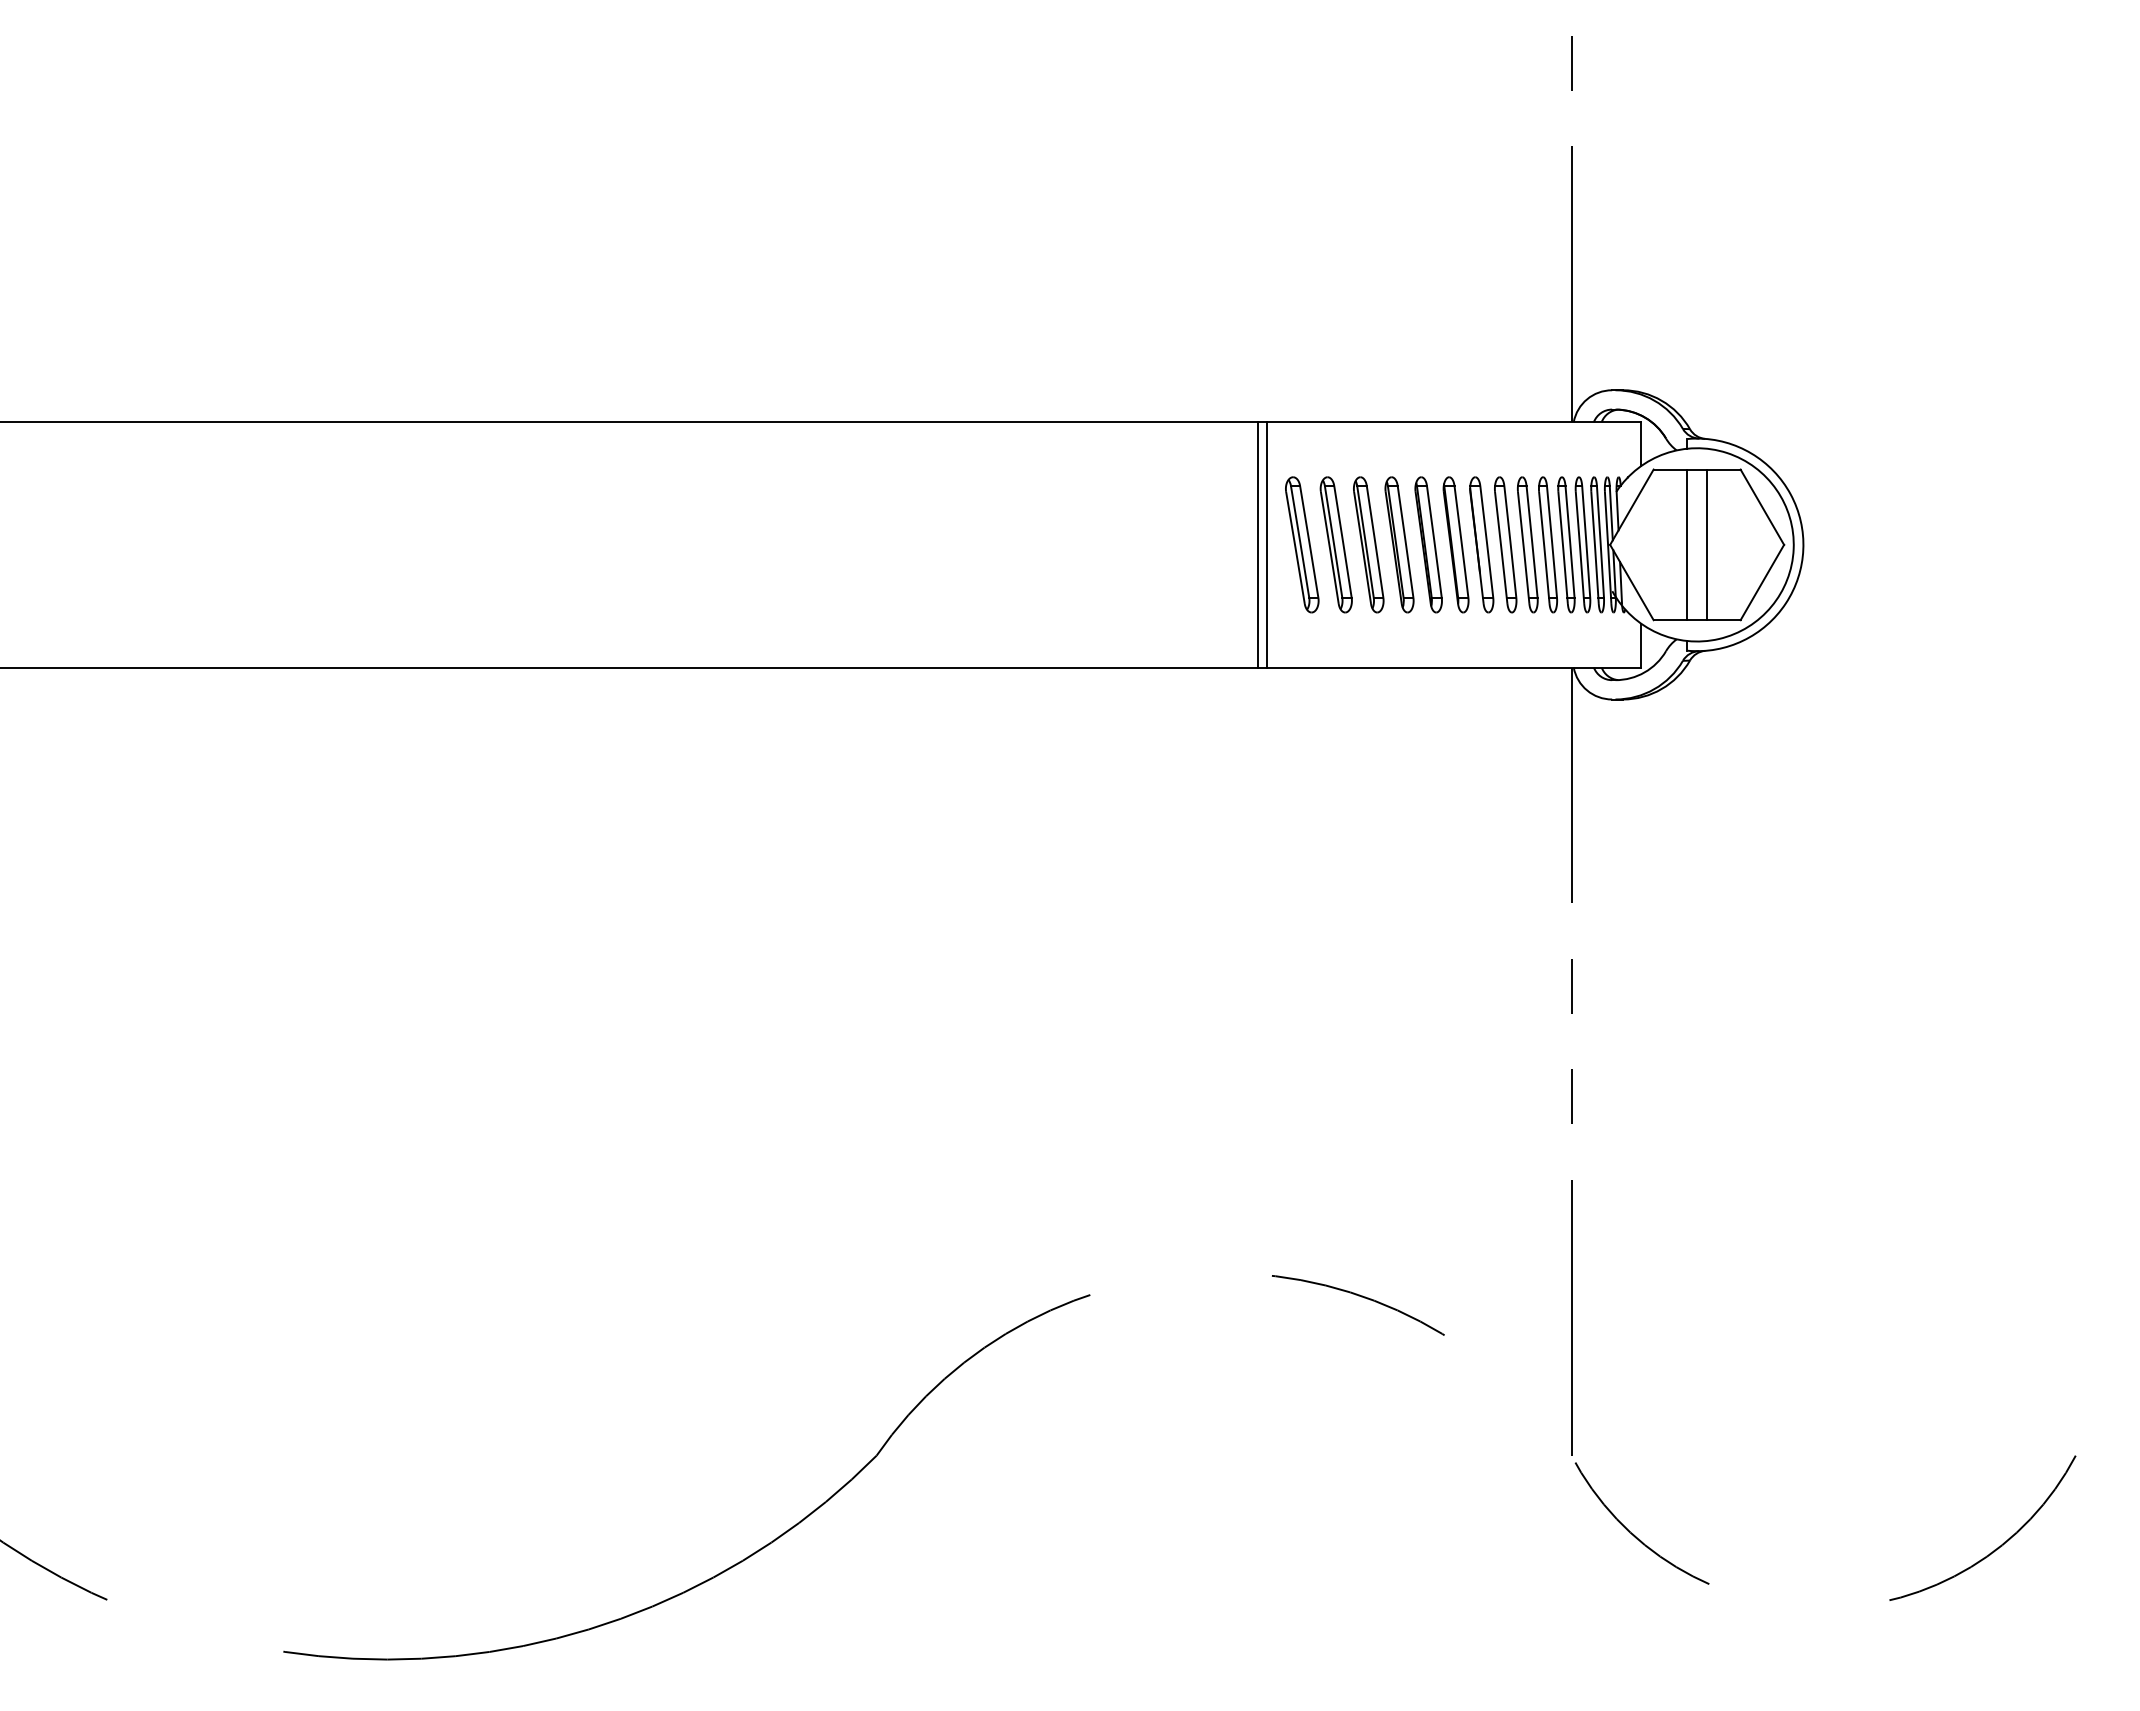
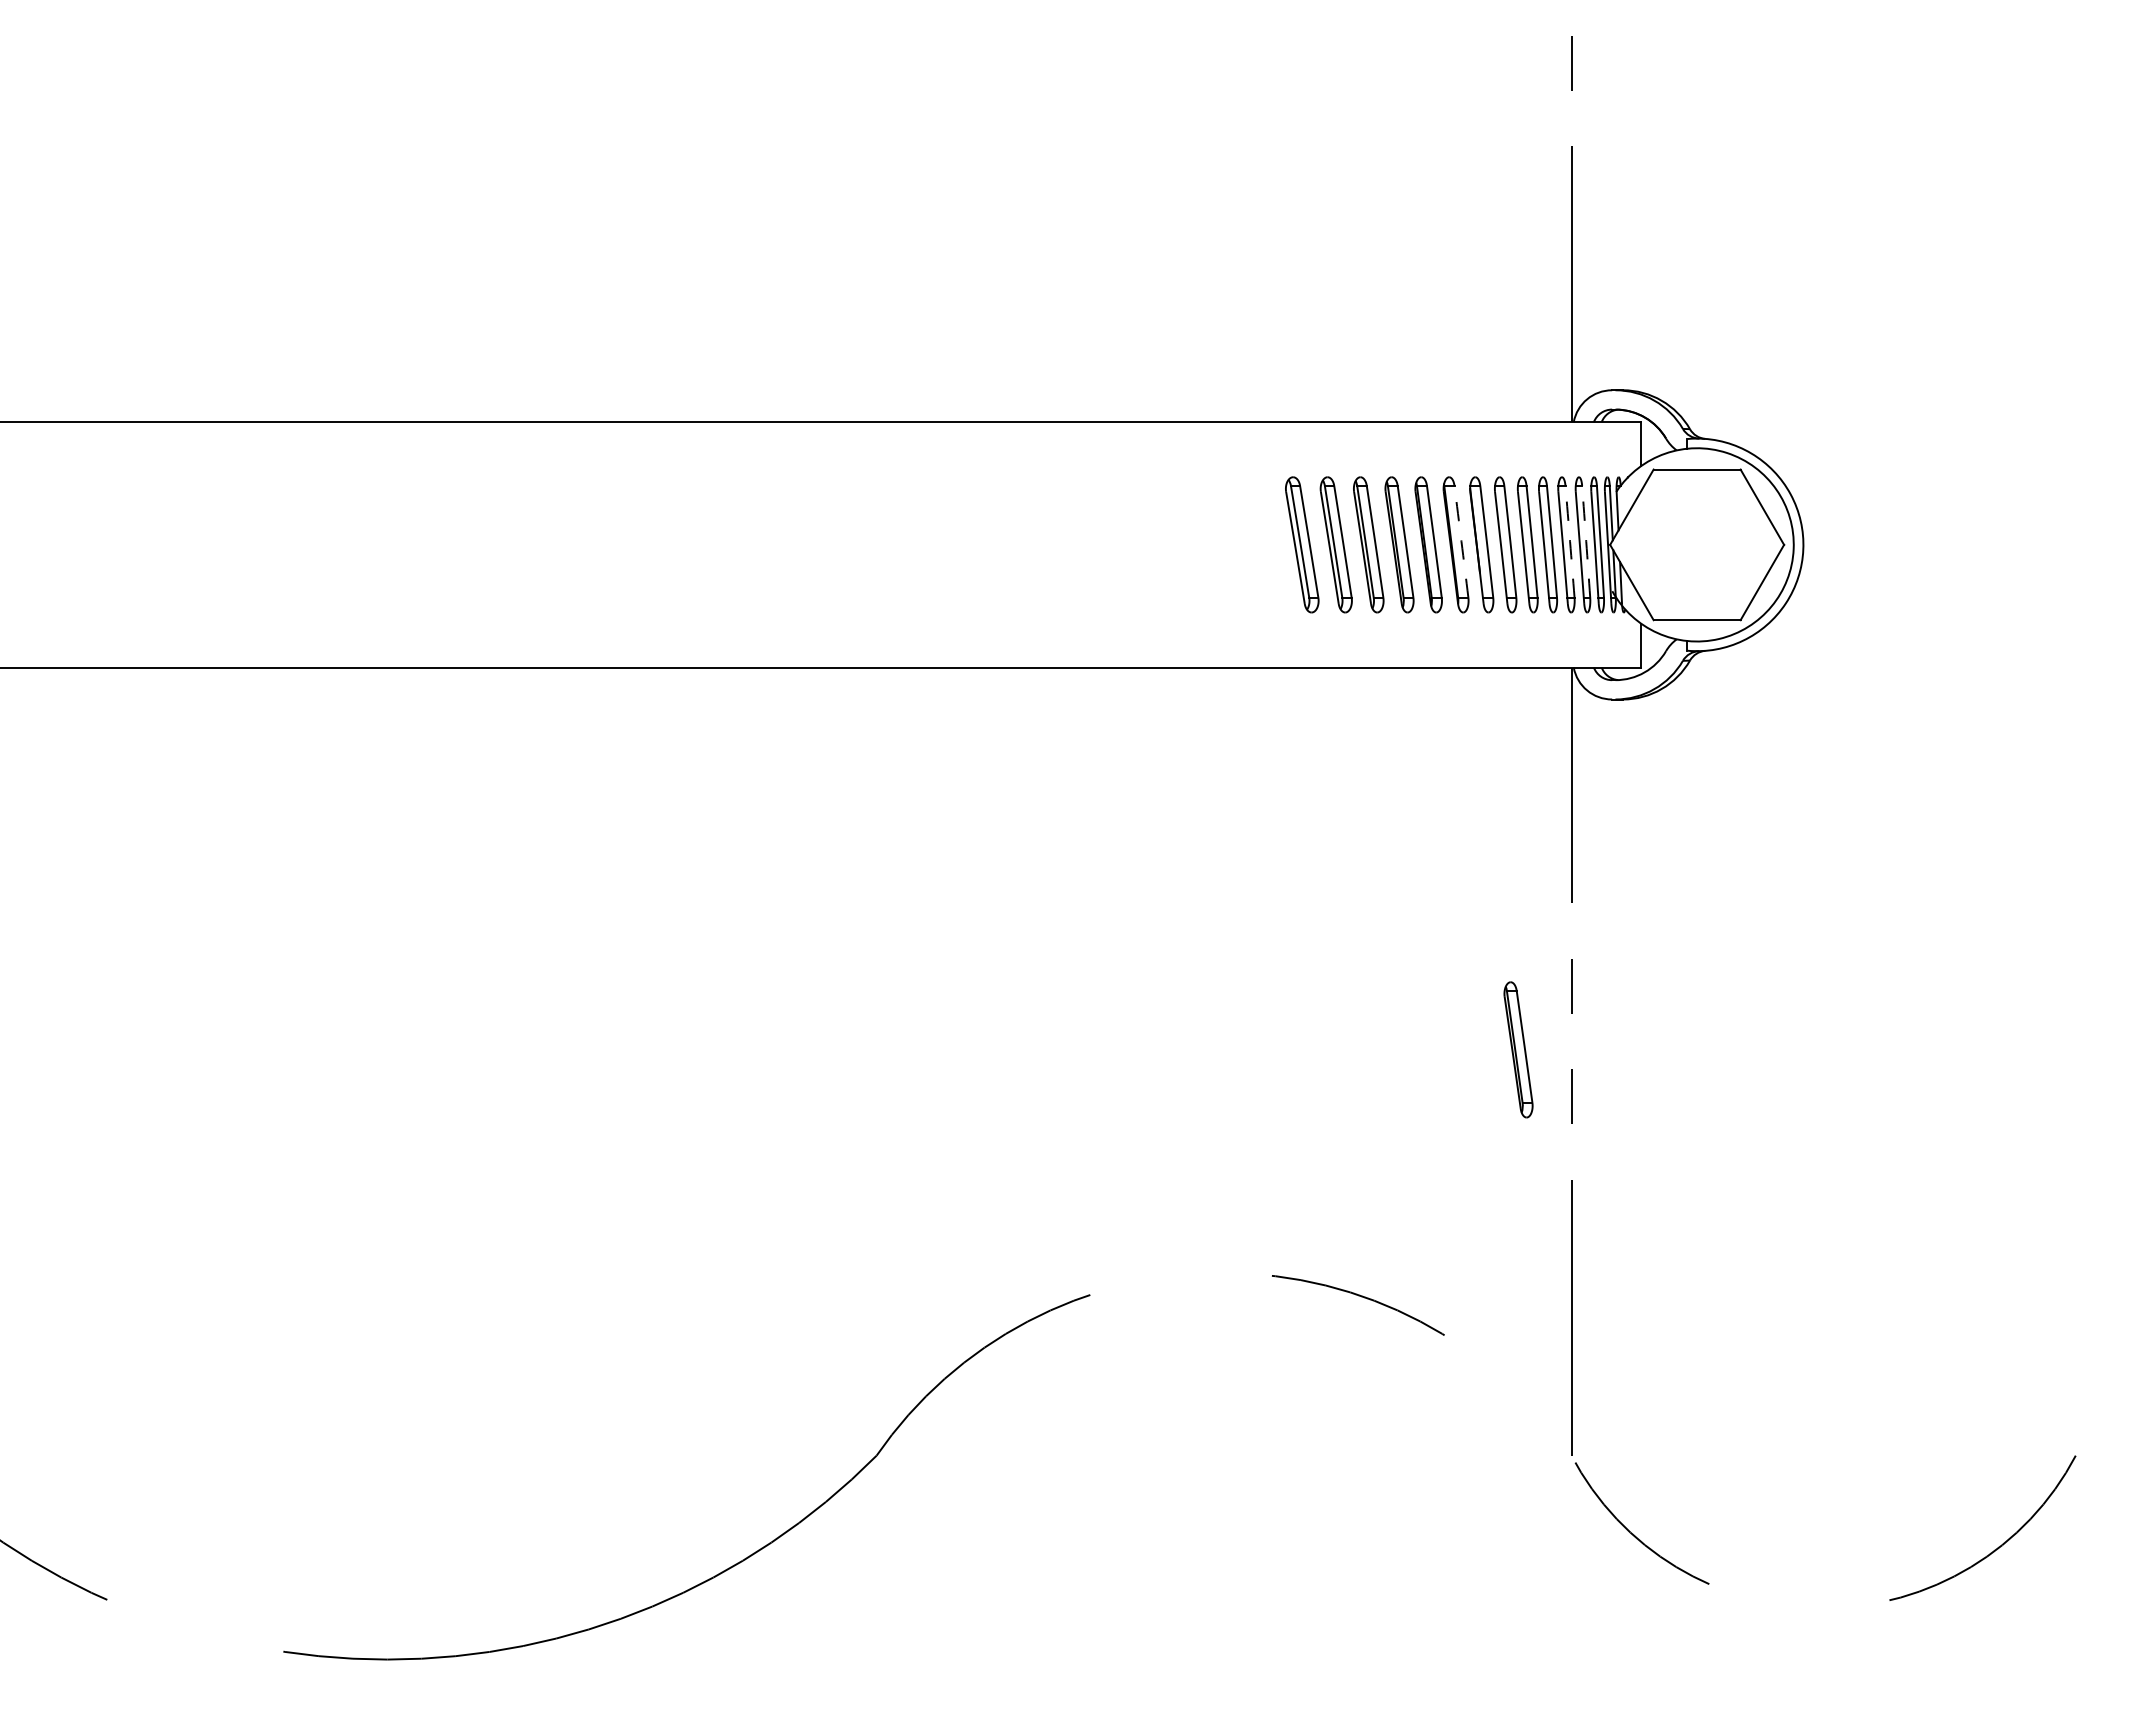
arc at (1461, 541): solid -> dashed
arc at (1570, 541): solid -> dashed
arc at (1586, 541): solid -> dashed
line at (1257, 544): present -> none
line at (1266, 544): present -> none
line at (1687, 544): present -> none
line at (1706, 544): present -> none
part at (1518, 1049): none -> present
